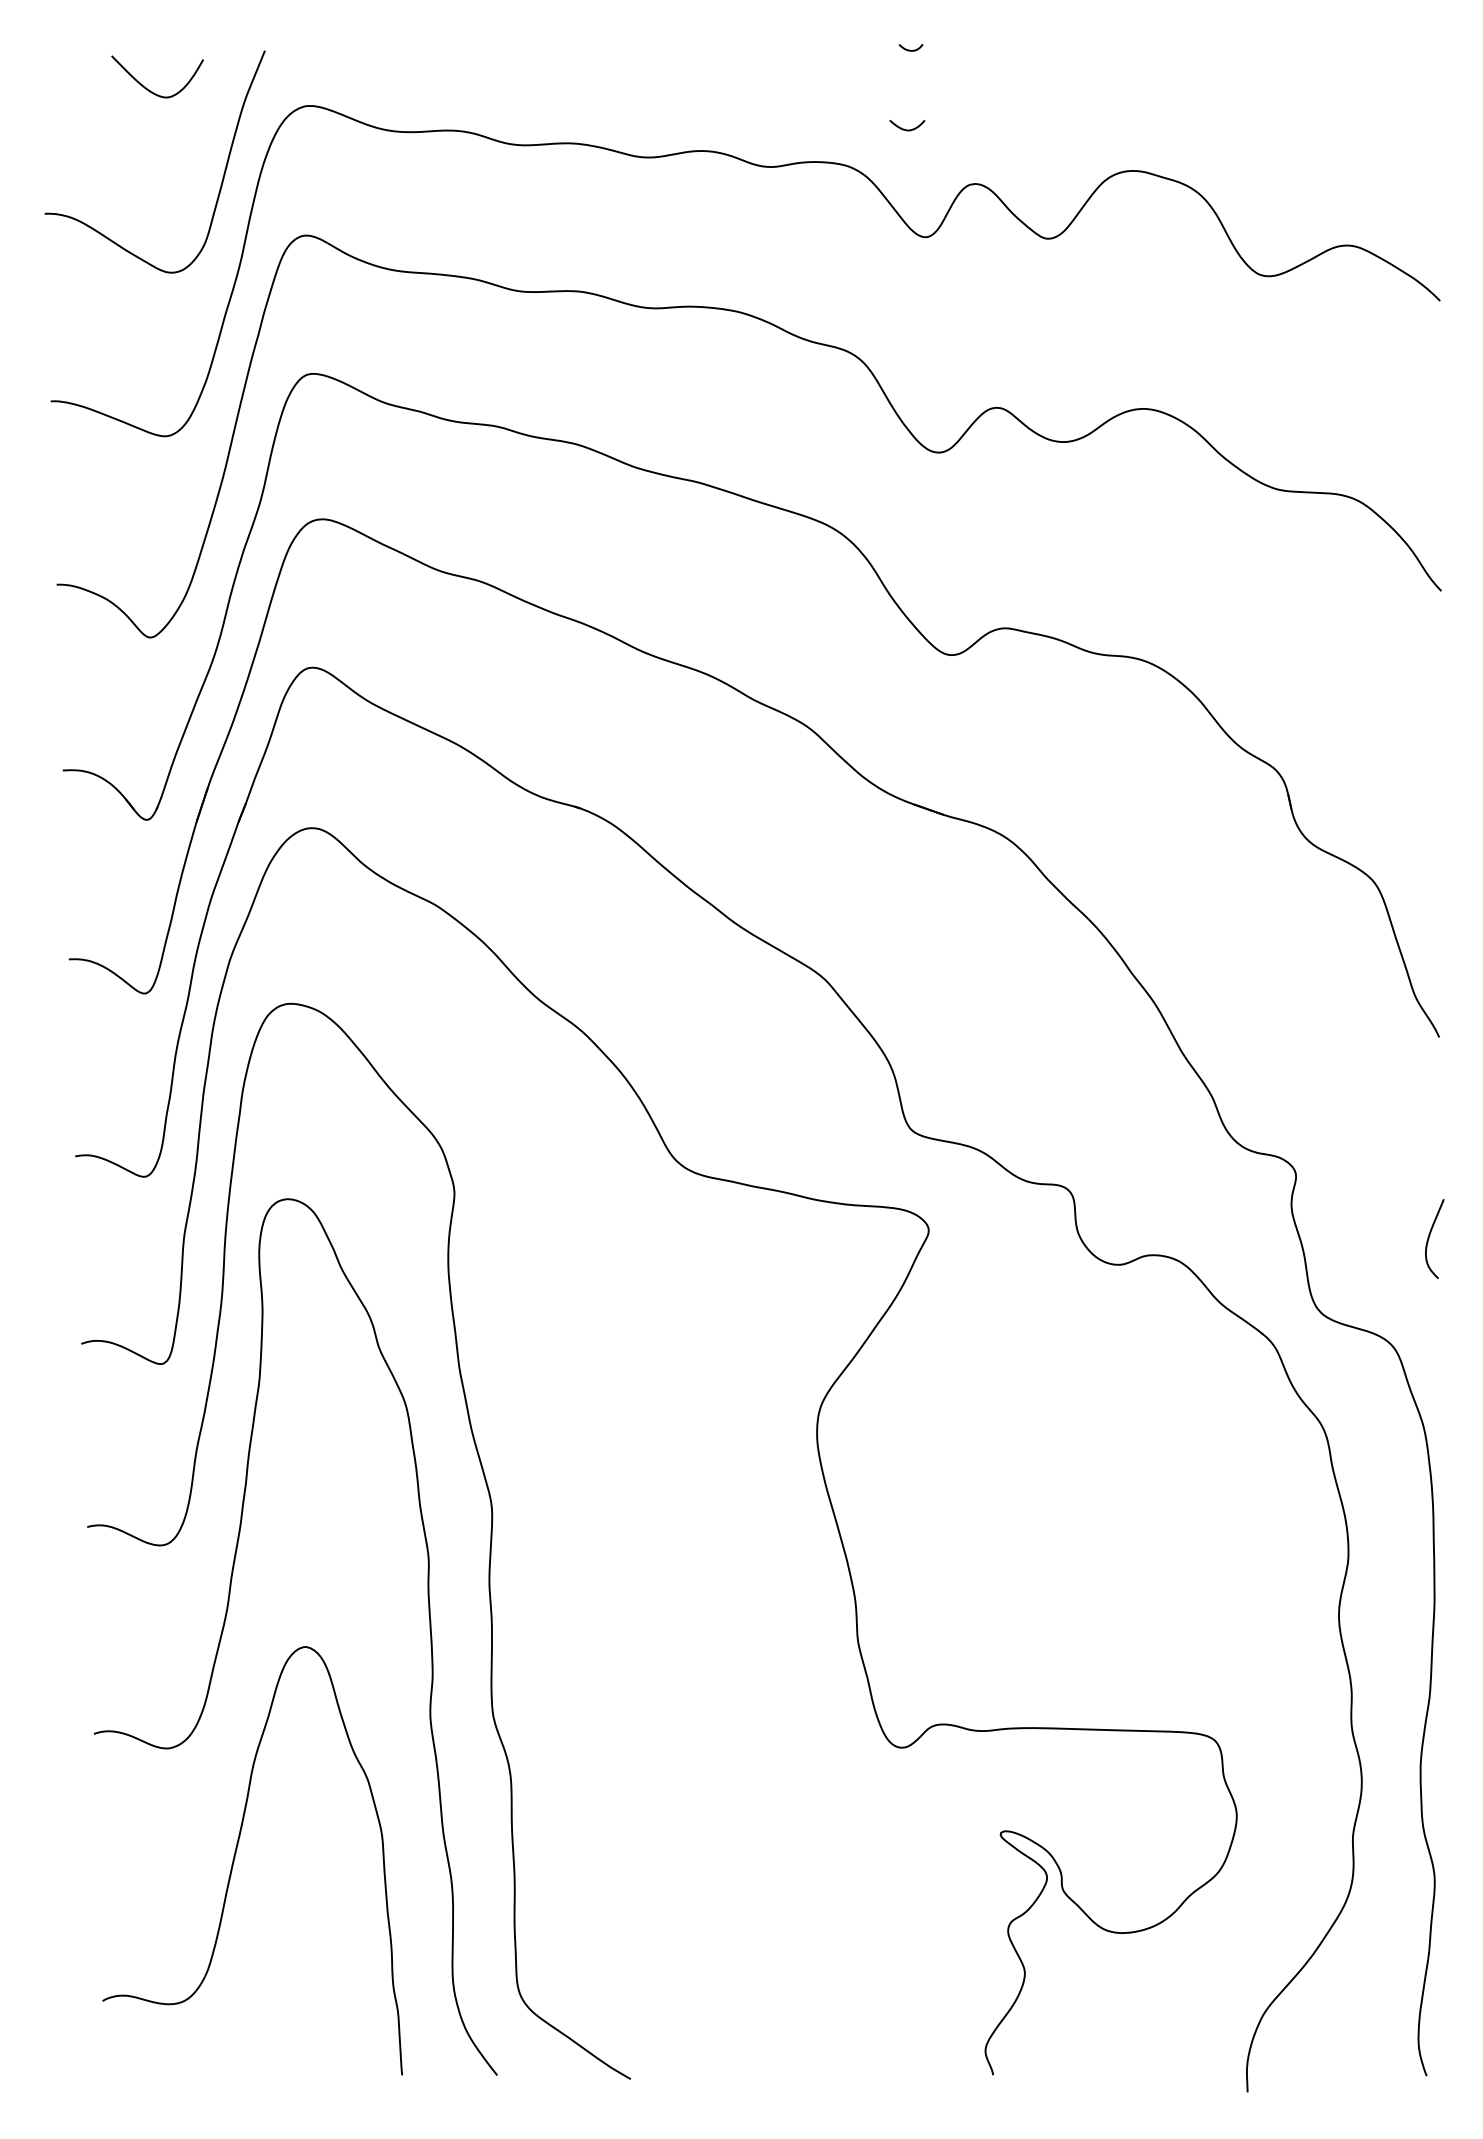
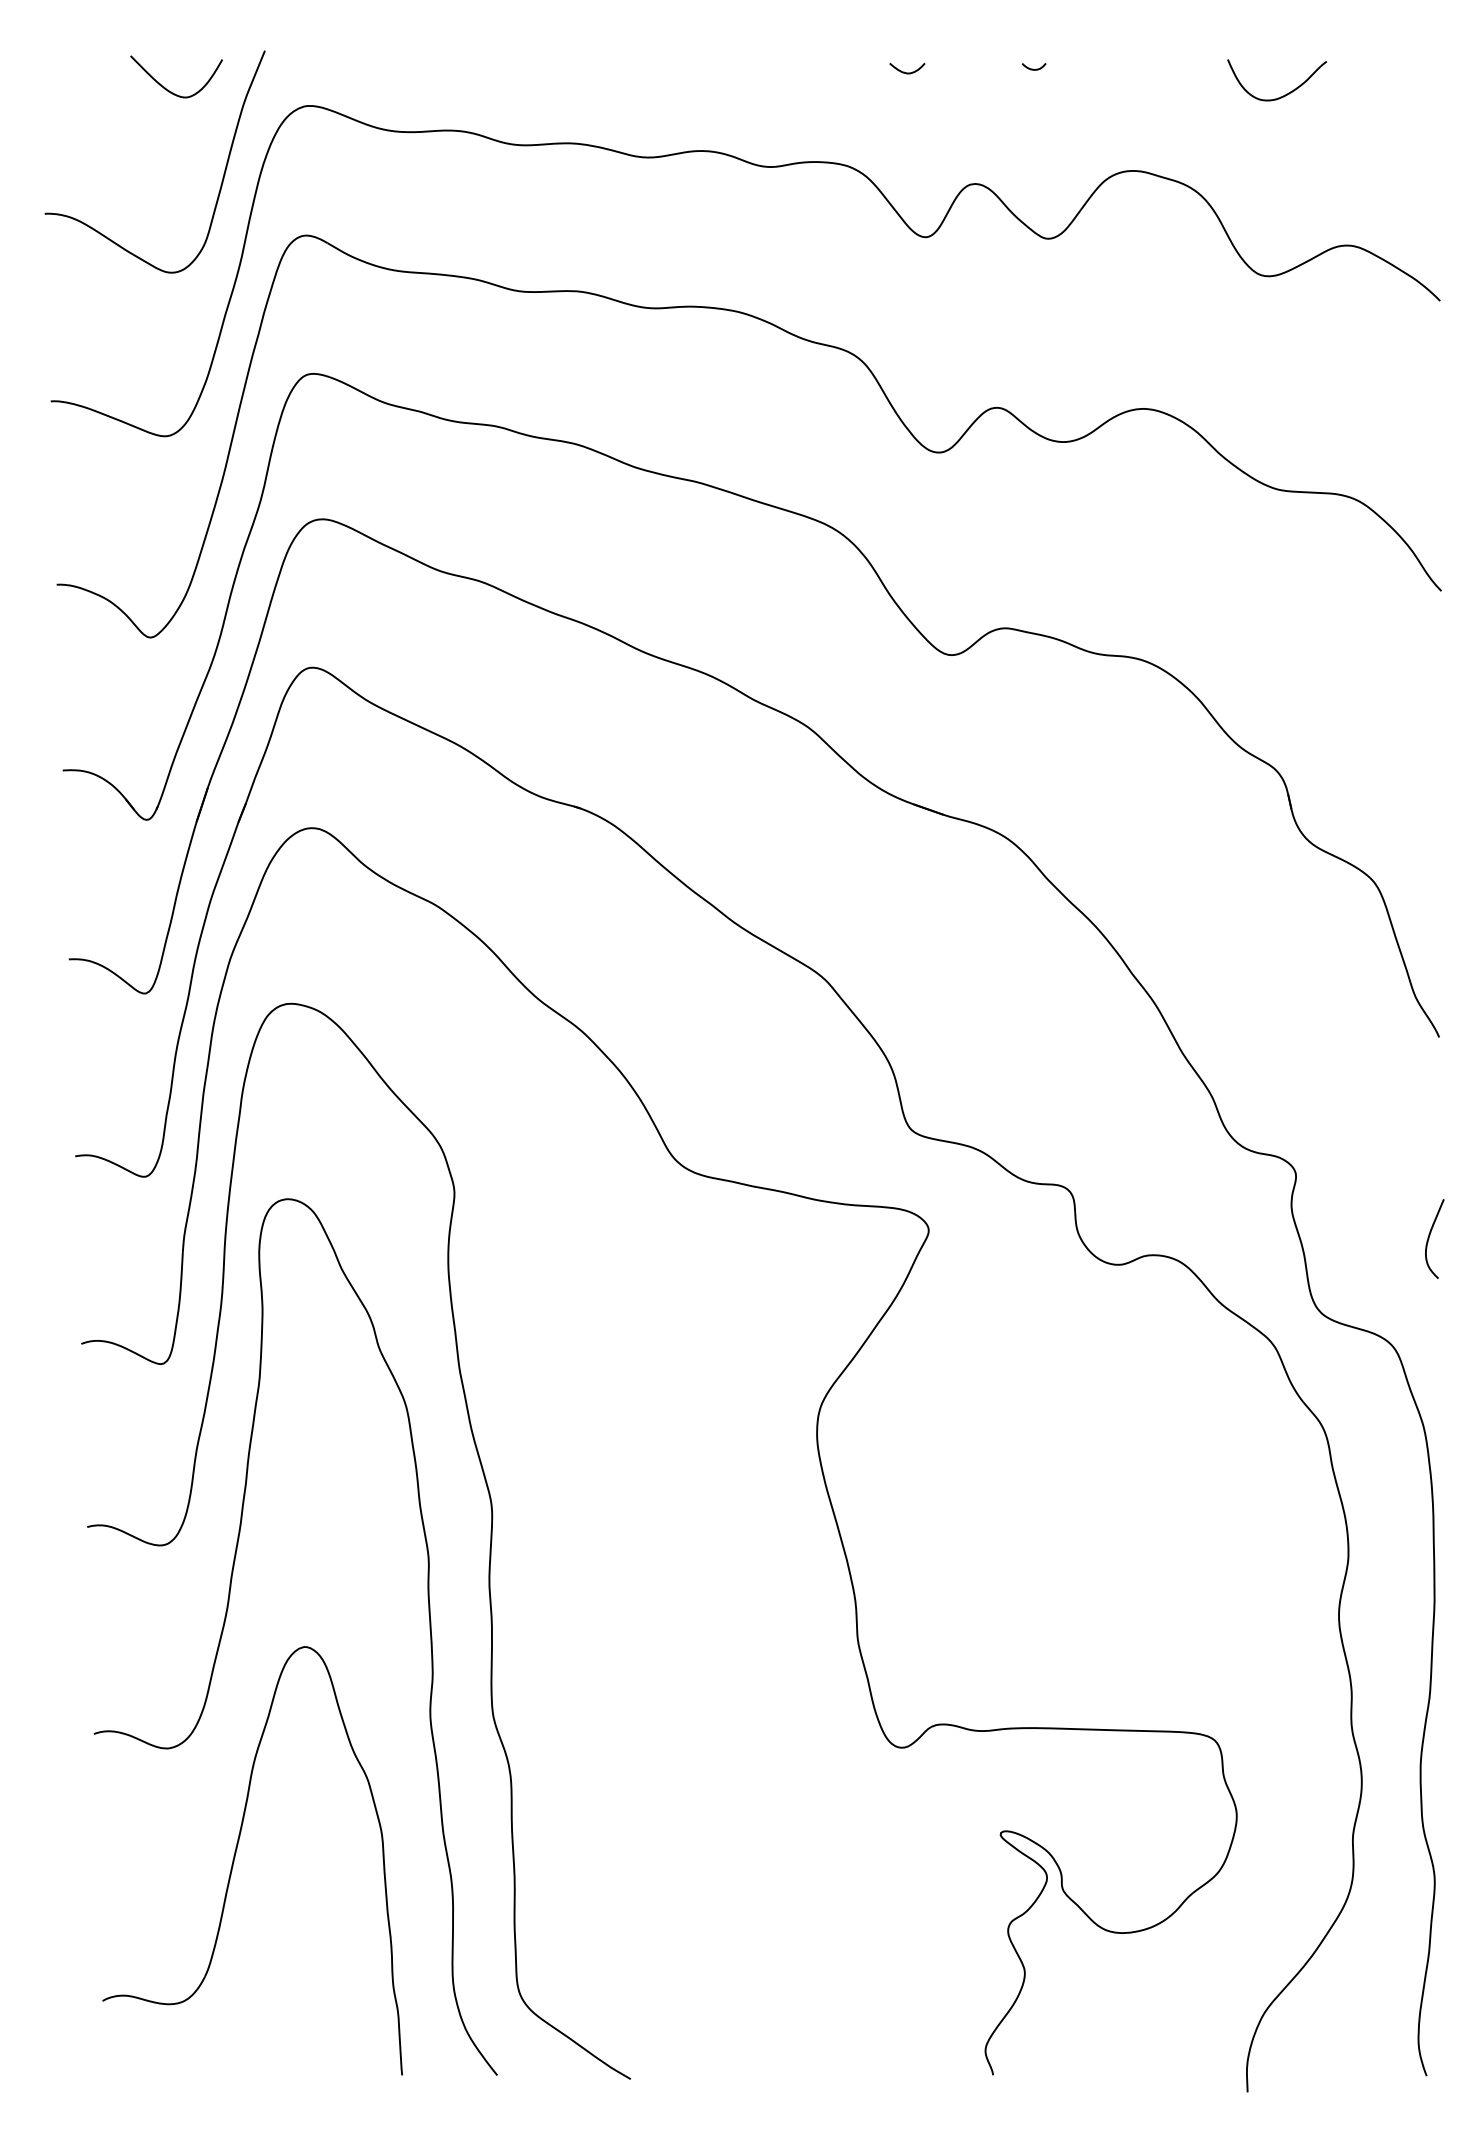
curve at (910, 49) position: (910, 49) -> (1033, 68)
curve at (149, 89) position: (149, 89) -> (168, 89)
curve at (1282, 95): none -> present
curve at (907, 129) position: (907, 129) -> (907, 72)
